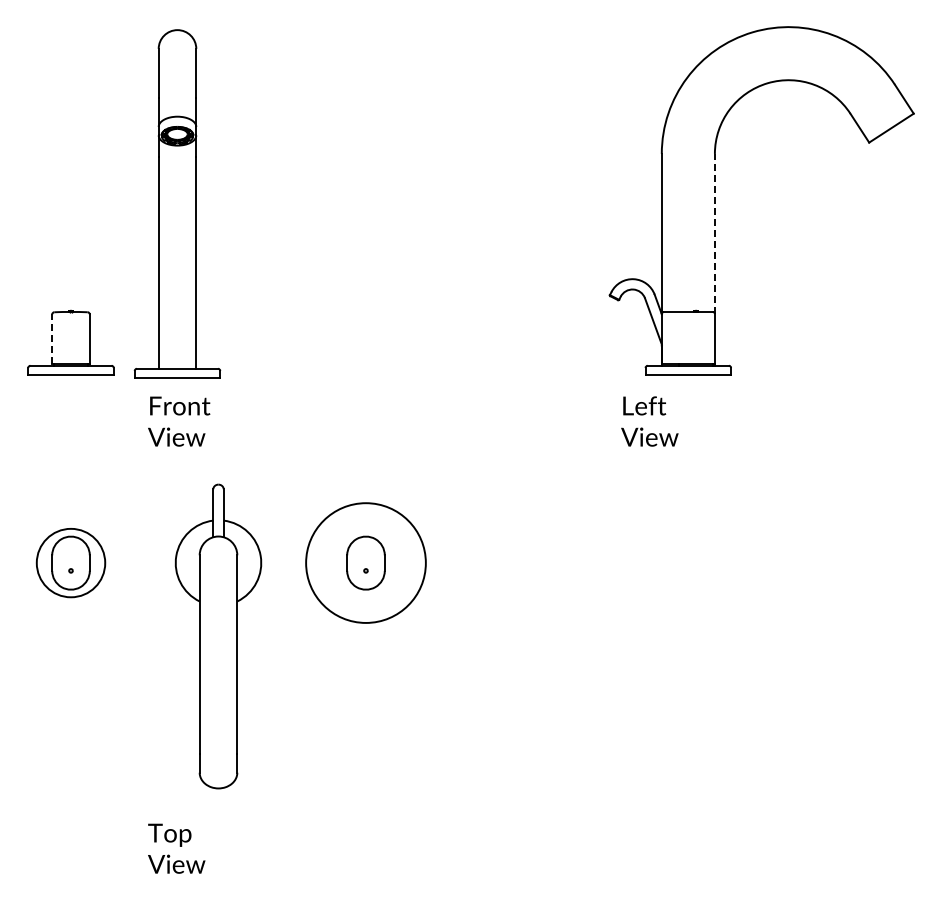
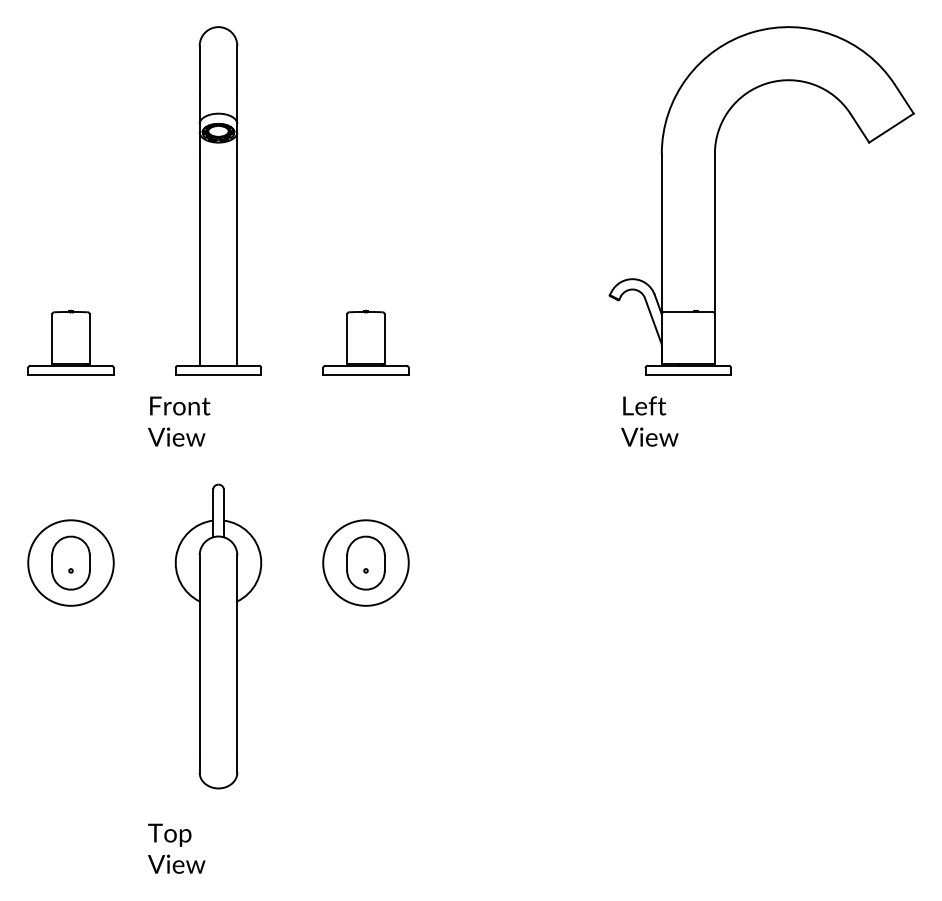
part at (177, 203) position: (177, 203) -> (218, 200)
line at (714, 233): dashed -> solid
line at (52, 339): dashed -> solid
part at (365, 342): none -> present
circle at (70, 562) diameter: 68 px -> 86 px
circle at (365, 562) diameter: 120 px -> 86 px
